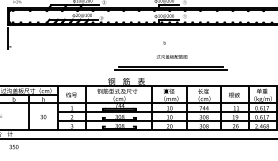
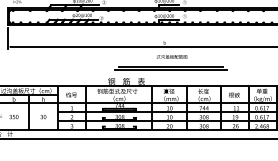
line at (142, 46): none -> present
text at (13, 147) position: (13, 147) -> (13, 117)
